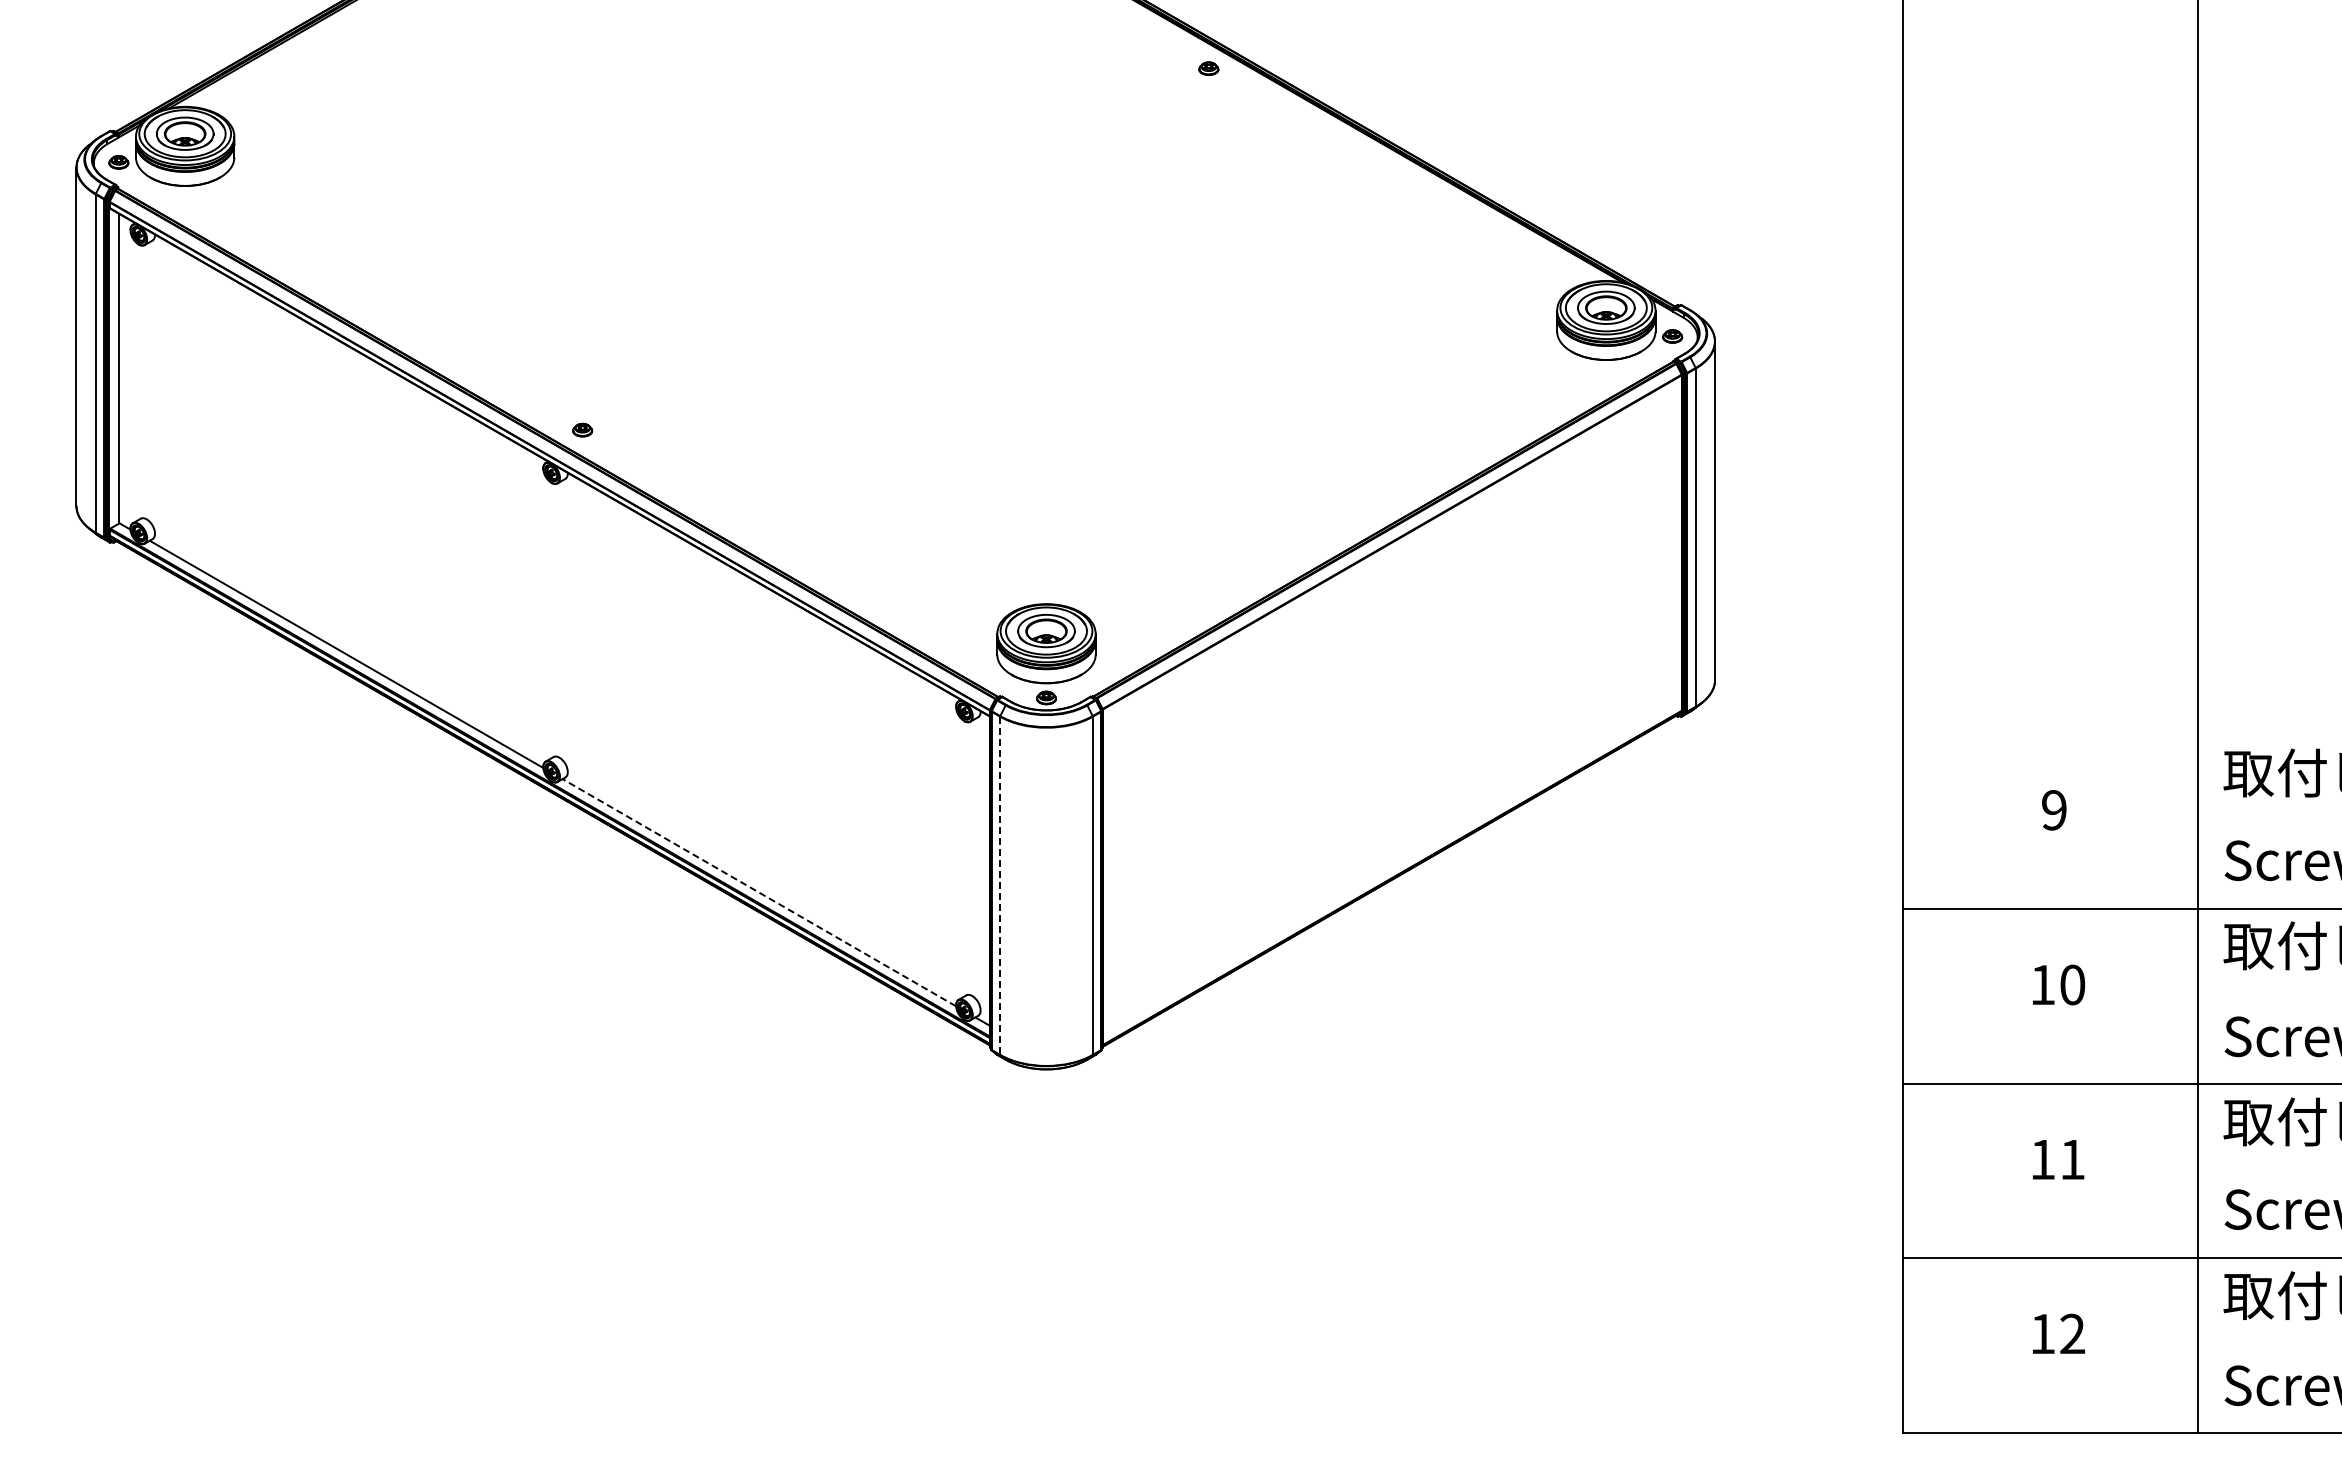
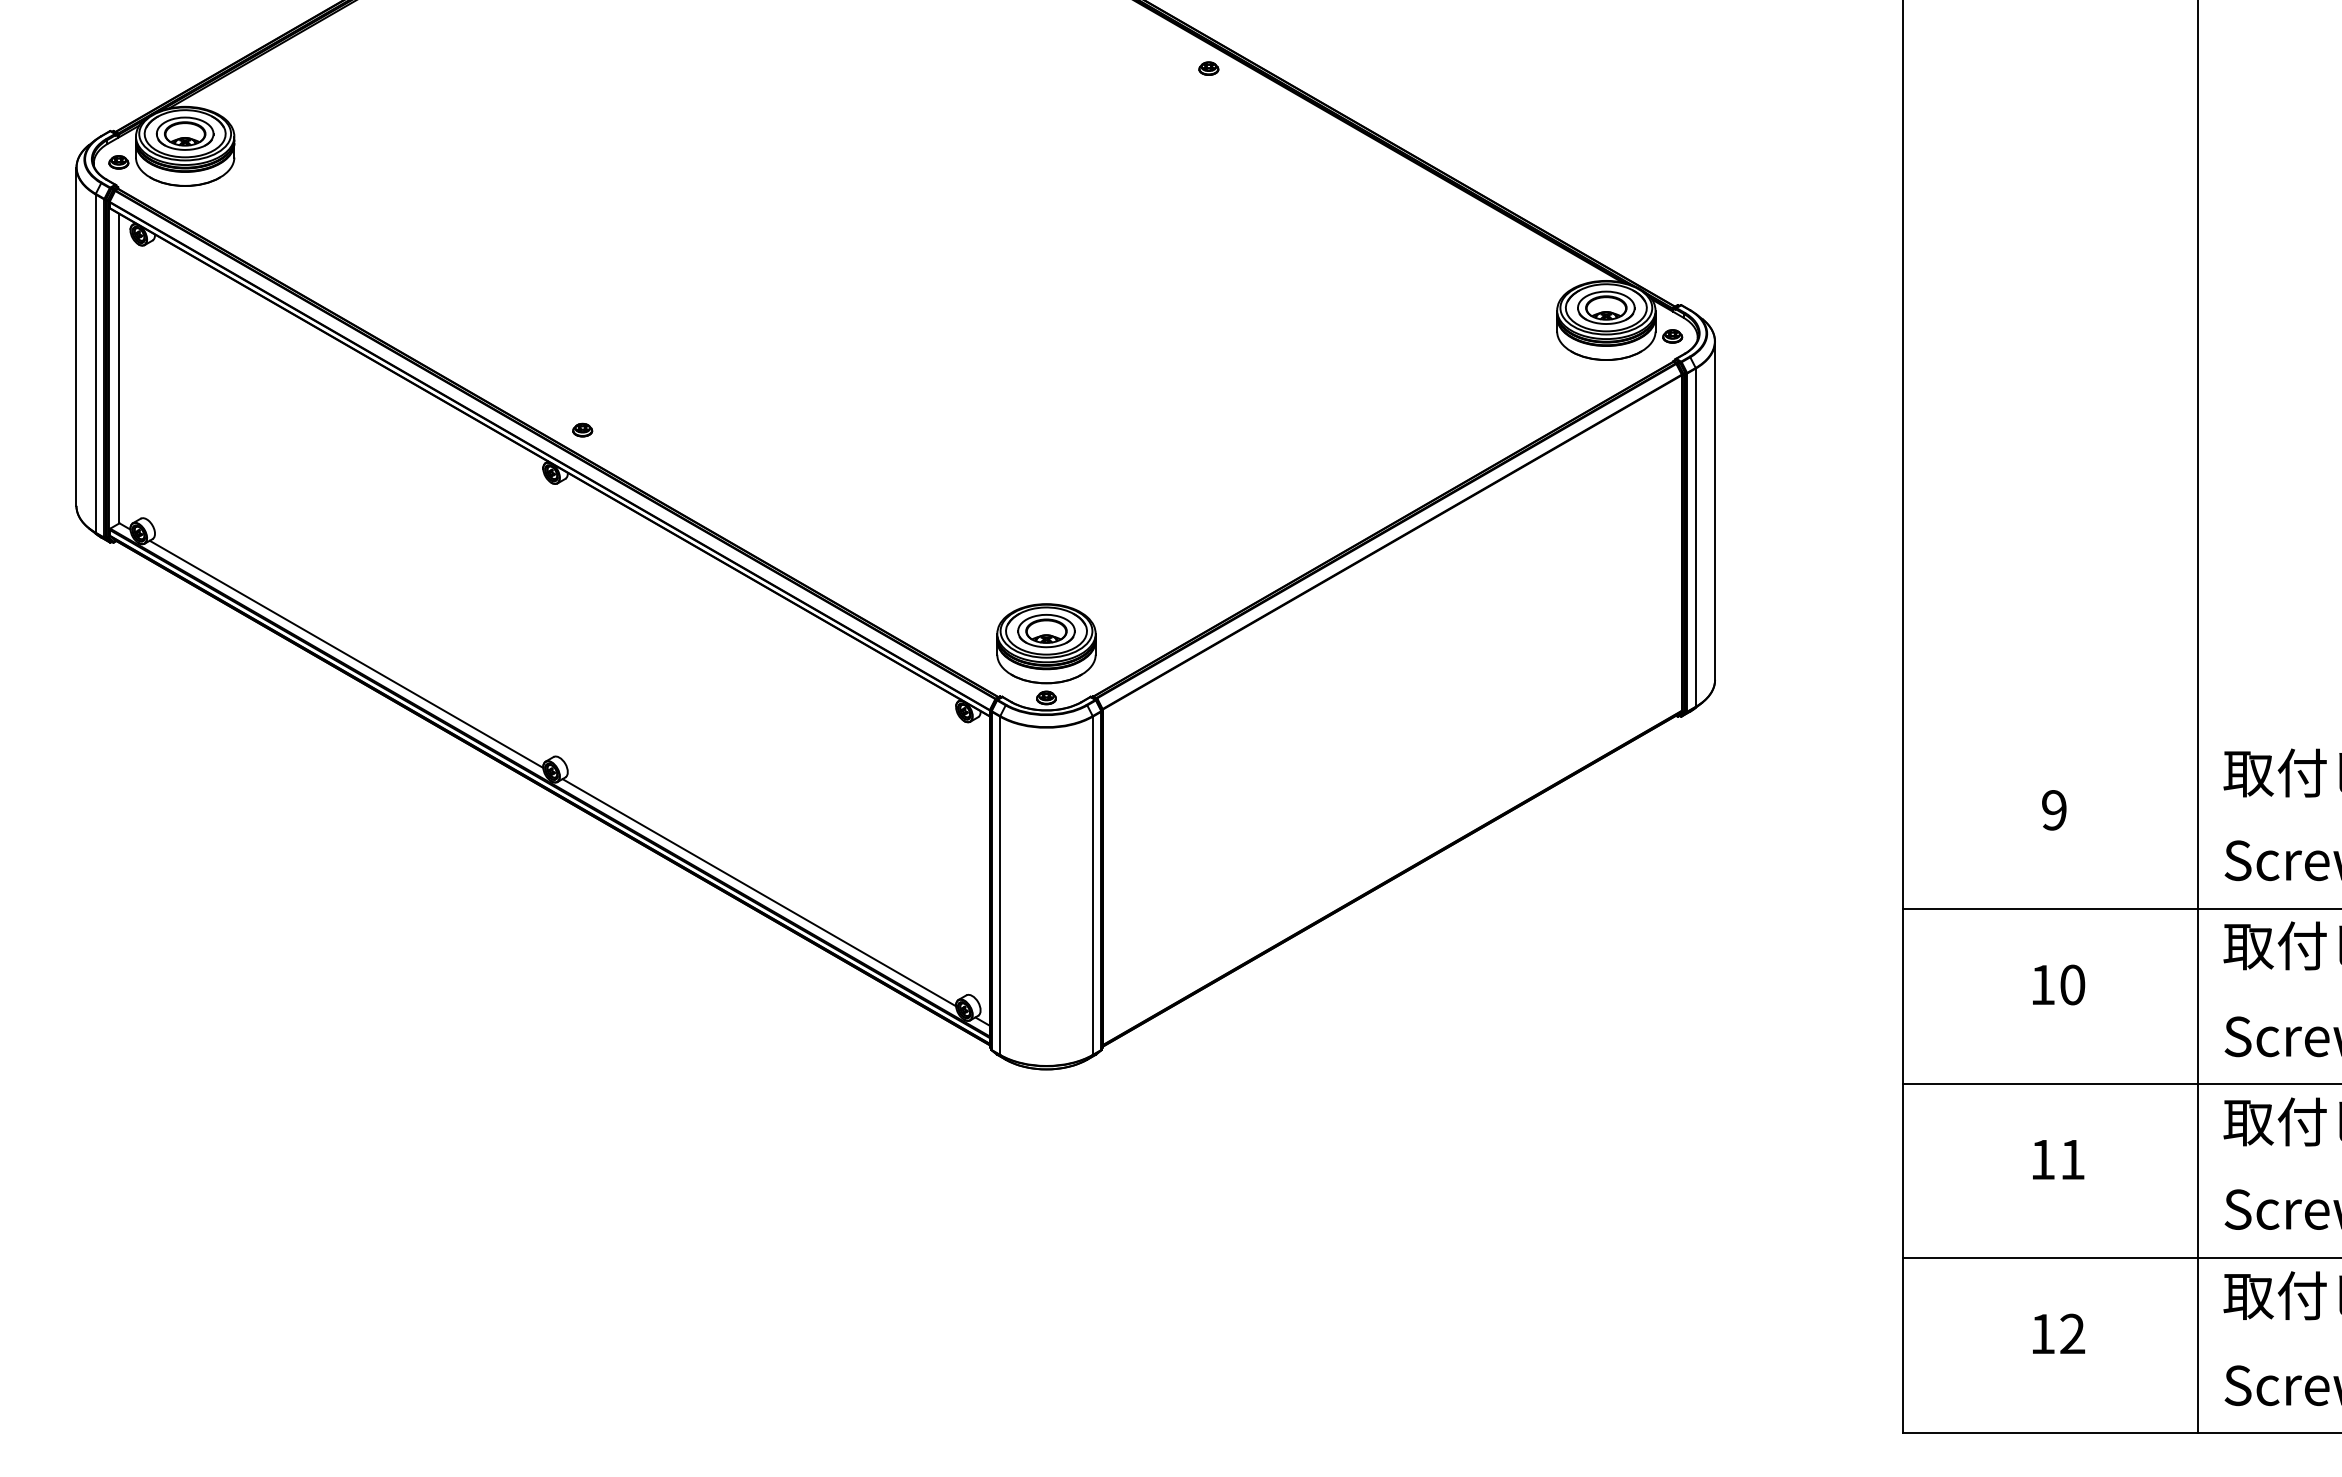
line at (1000, 886): dashed -> solid
line at (758, 892): dashed -> solid
